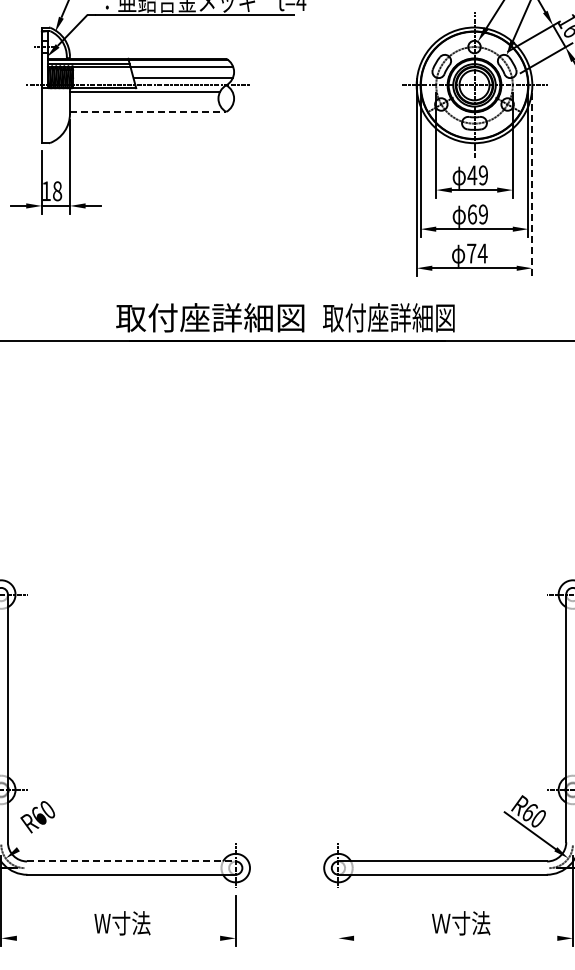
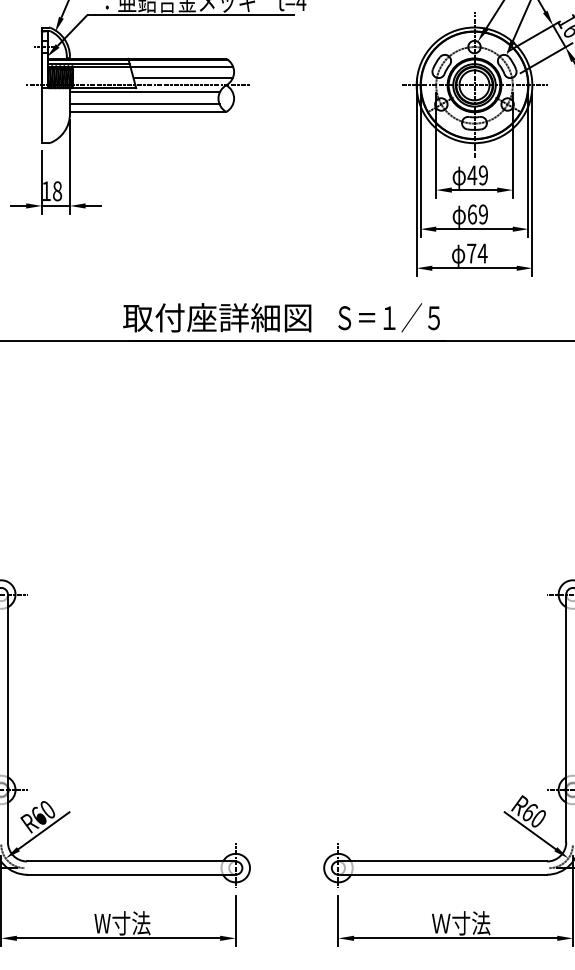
line at (144, 104): none -> present
line at (148, 111): dashed -> solid
line at (532, 185): dashed -> solid
text at (210, 317) position: (210, 317) -> (217, 317)
text at (388, 317): 取付座詳細図 -> Ｓ＝１／５
line at (43, 830): none -> present
line at (131, 861): dashed -> solid
line at (338, 920): none -> present
line at (118, 938): none -> present
line at (455, 938): none -> present
